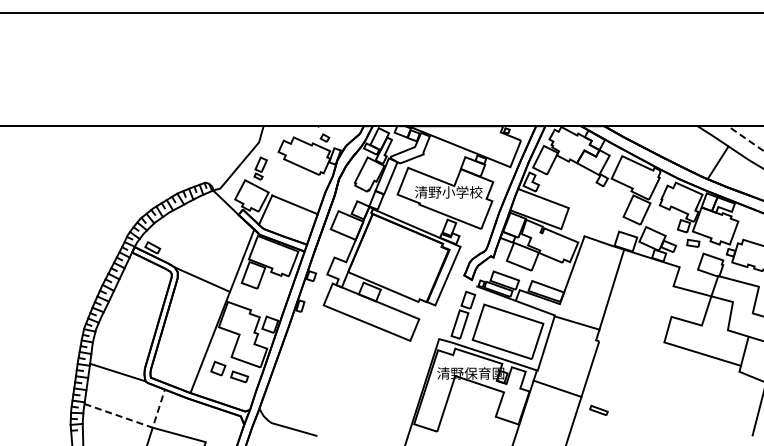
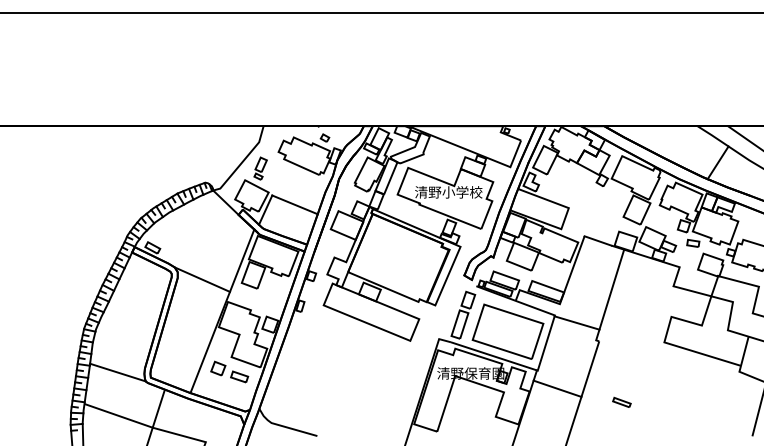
line at (746, 138): dashed -> solid
part at (598, 409) position: (598, 409) -> (621, 401)
line at (138, 422): dashed -> solid
